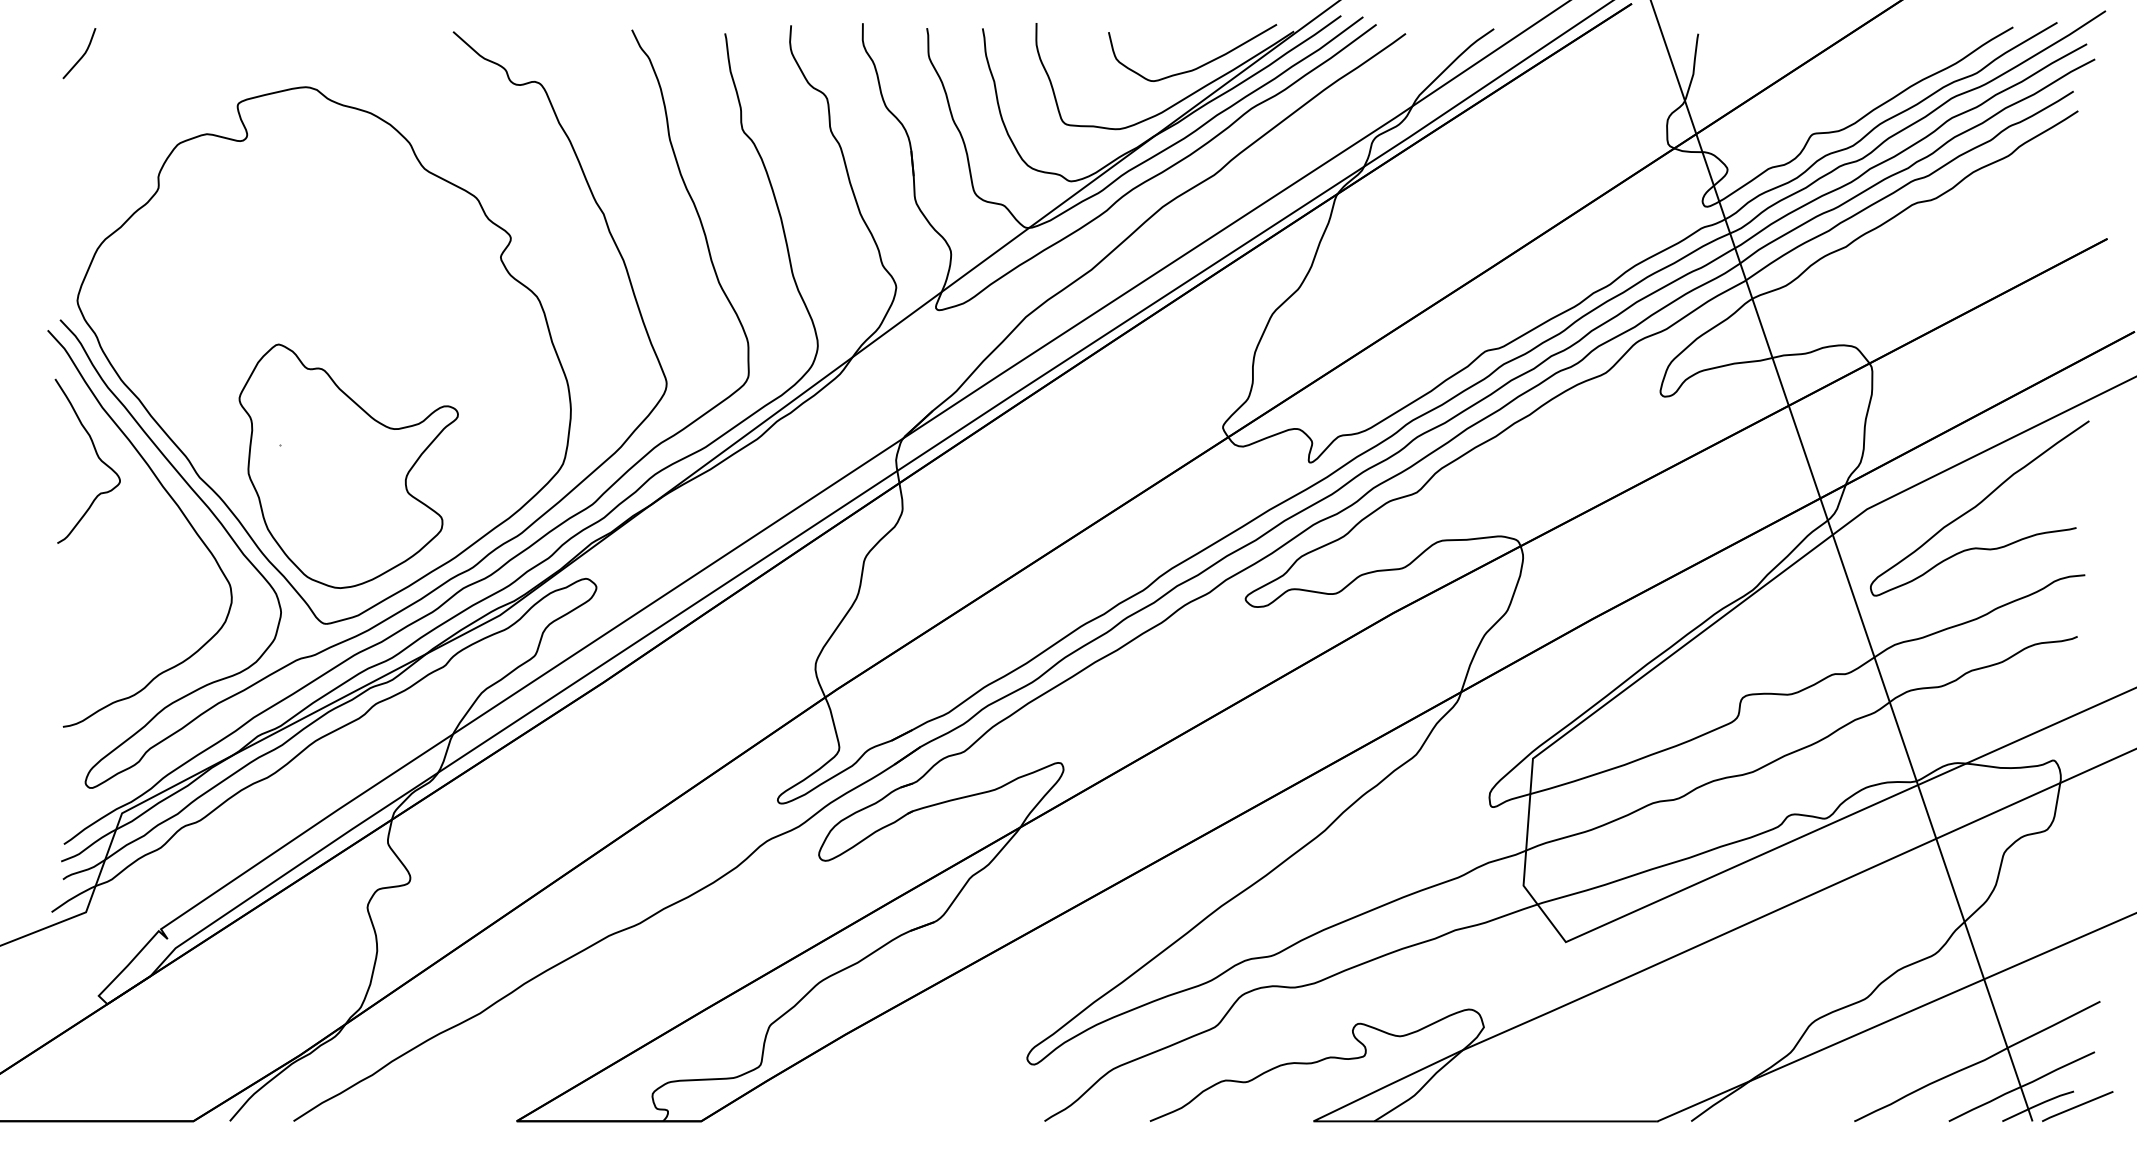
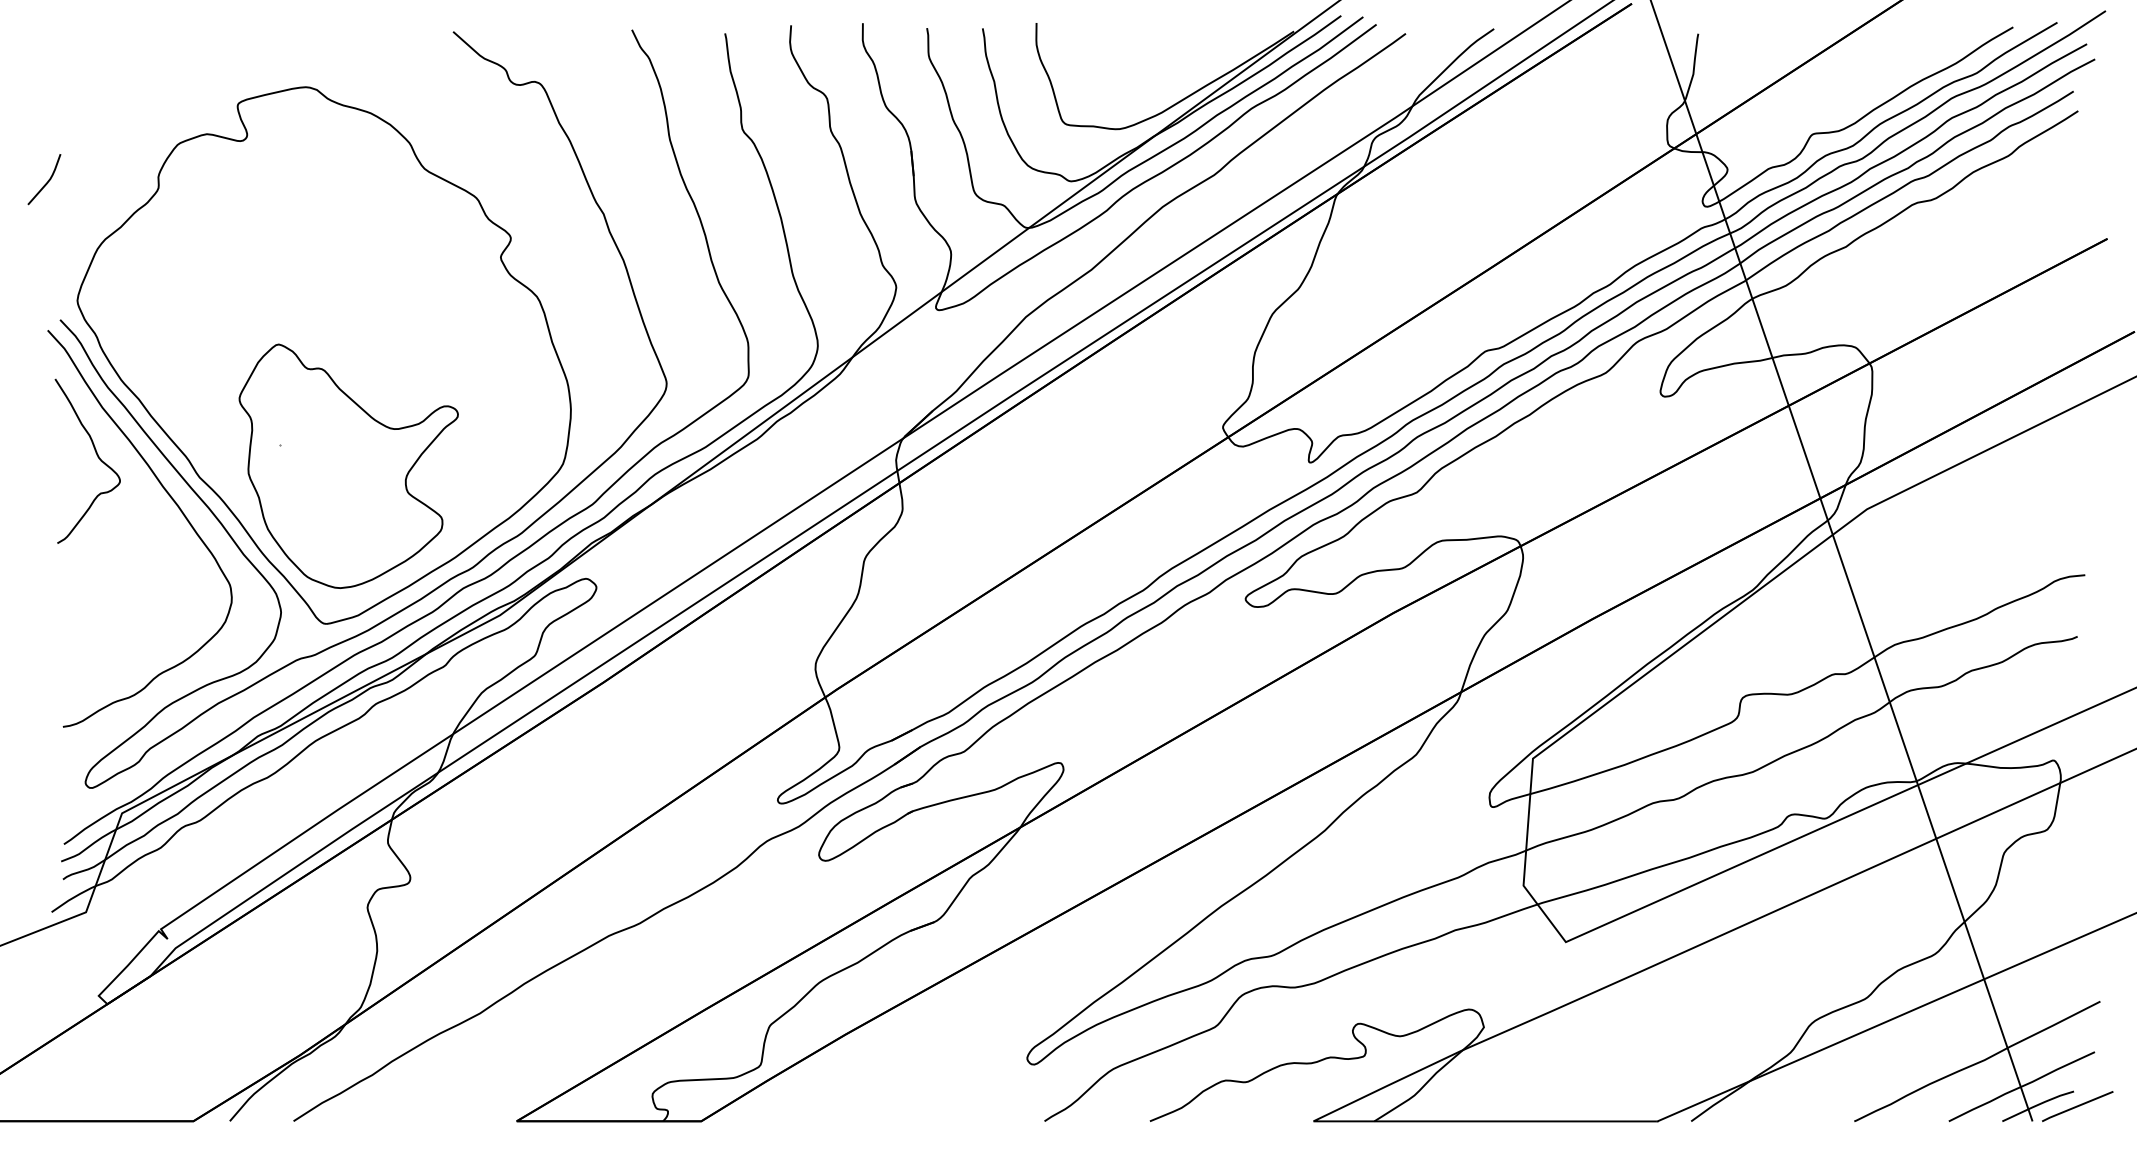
curve at (82, 55) position: (82, 55) -> (47, 181)
curve at (1198, 66): present -> none
curve at (1977, 506): present -> none
